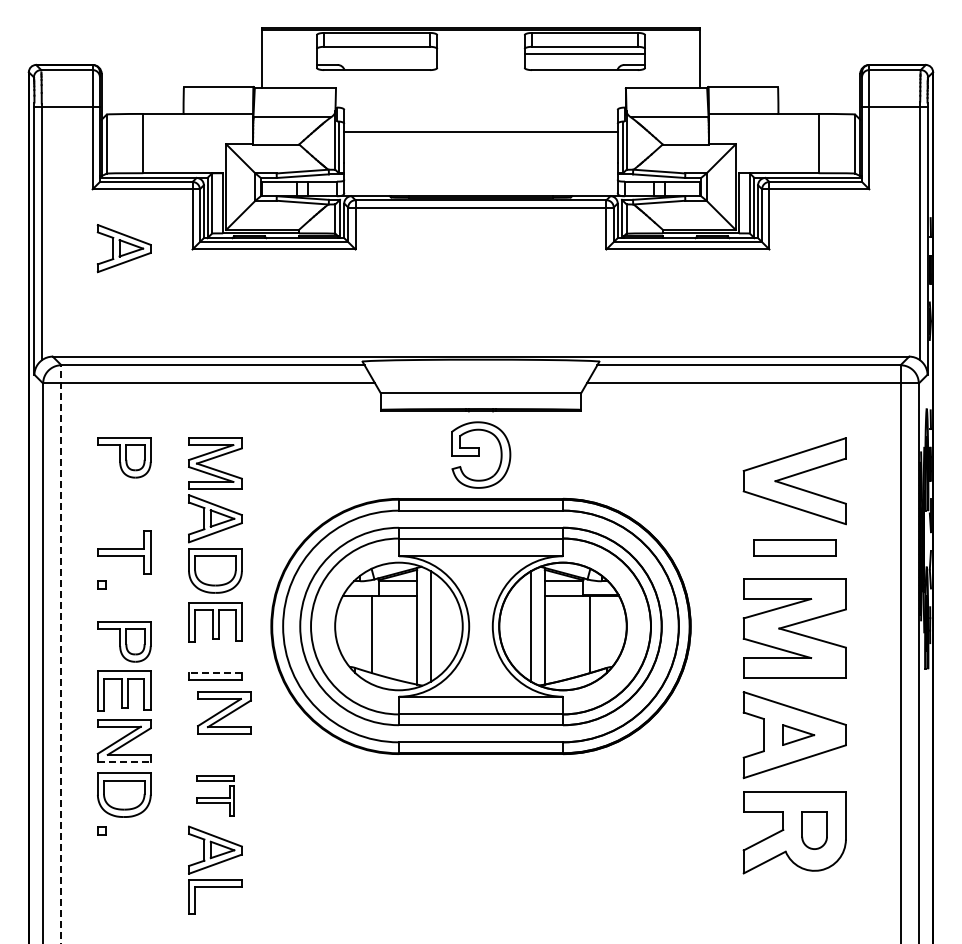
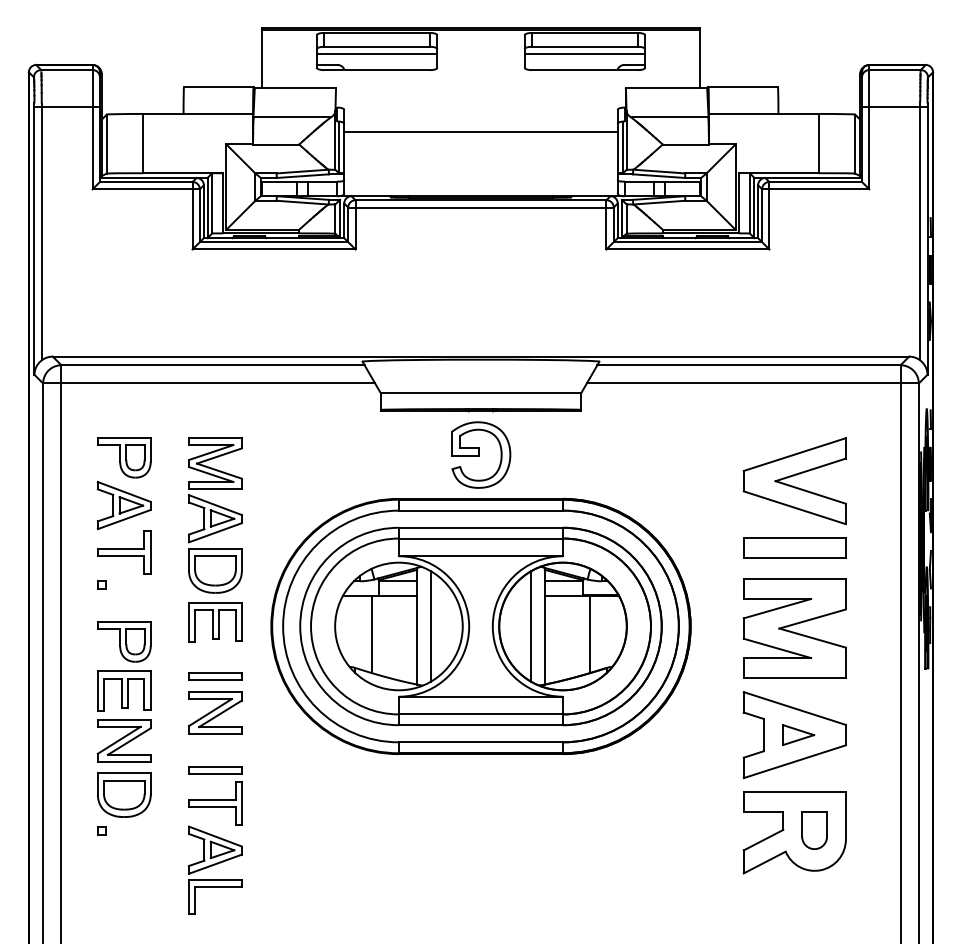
line at (376, 54): none -> present
part at (123, 248) position: (123, 248) -> (123, 505)
part at (794, 547) size: 84x18 px -> 104x22 px
line at (61, 654): dashed -> solid
line at (214, 672): dashed -> solid
part at (224, 712) position: (224, 712) -> (215, 712)
line at (124, 761): dashed -> solid
part at (215, 795) size: 39x42 px -> 55x60 px
